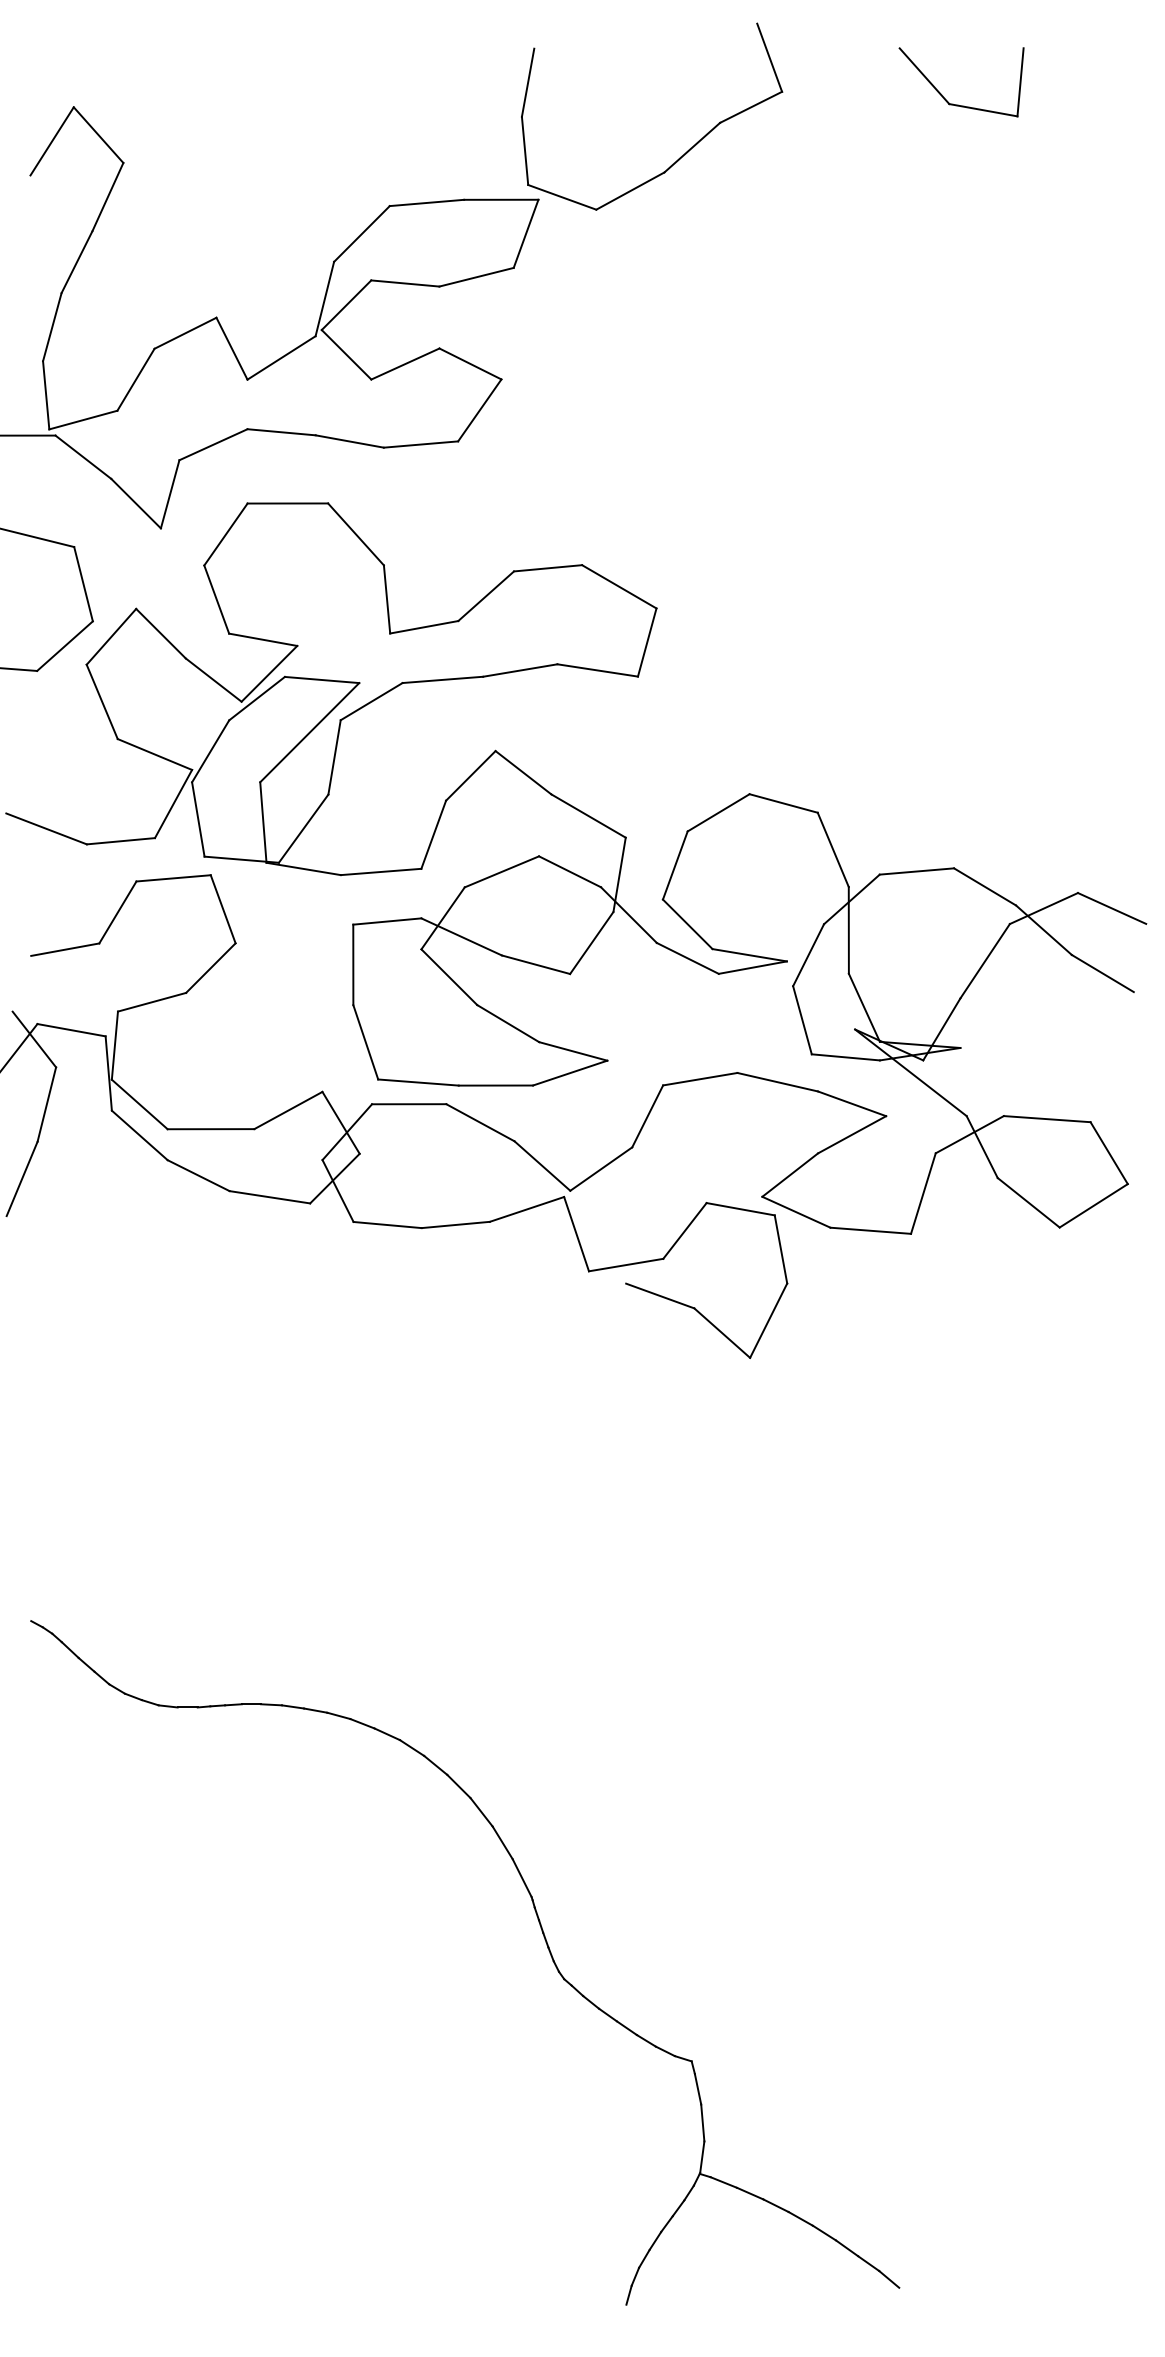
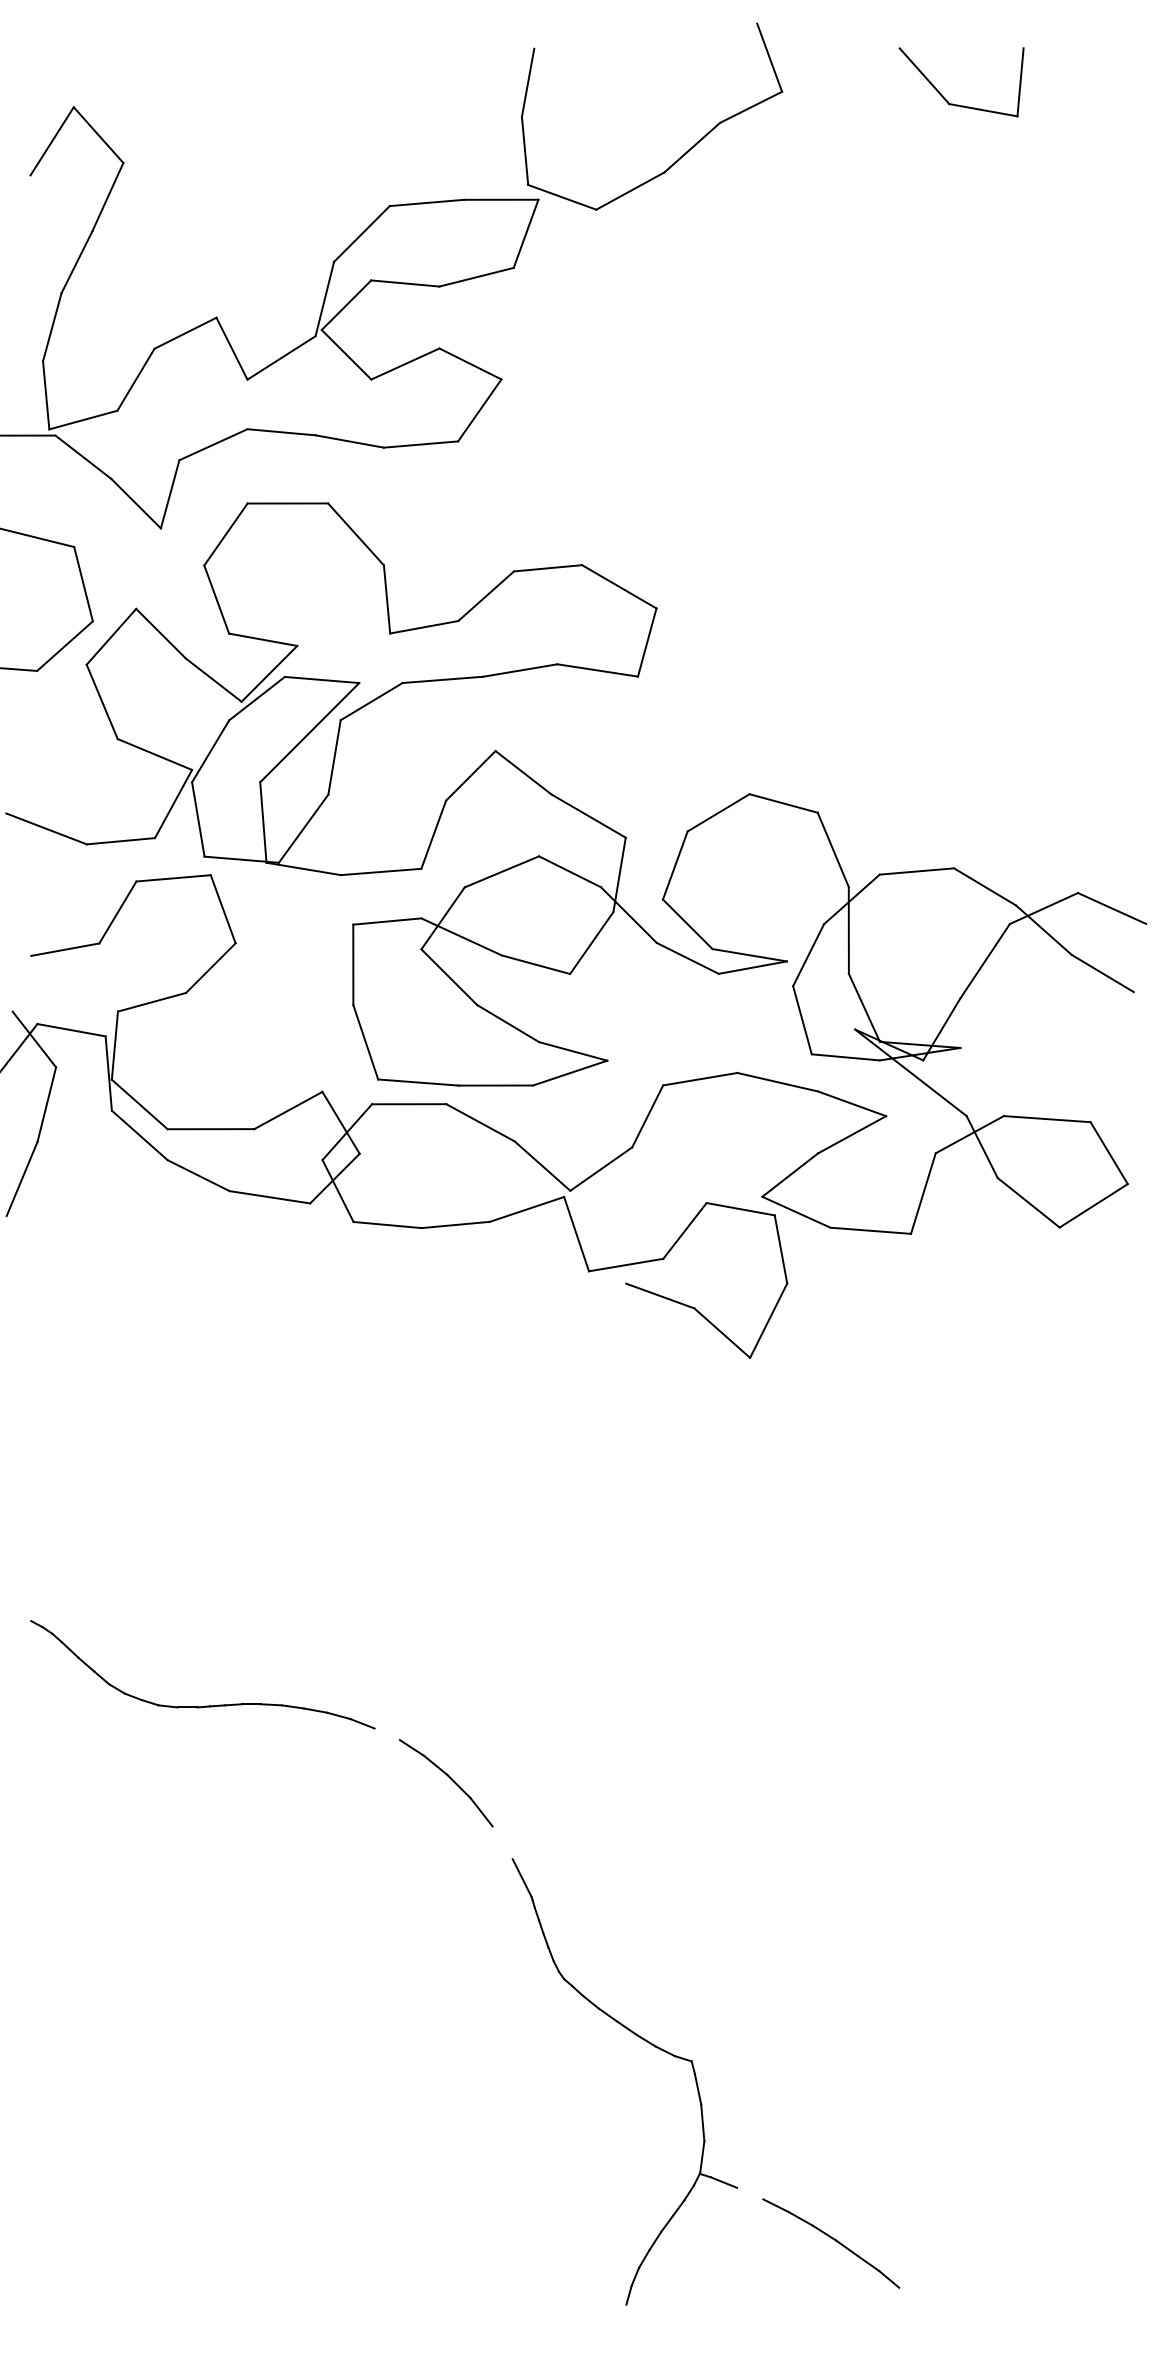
line at (386, 1734): present -> none
line at (502, 1842): present -> none
line at (750, 2193): present -> none
